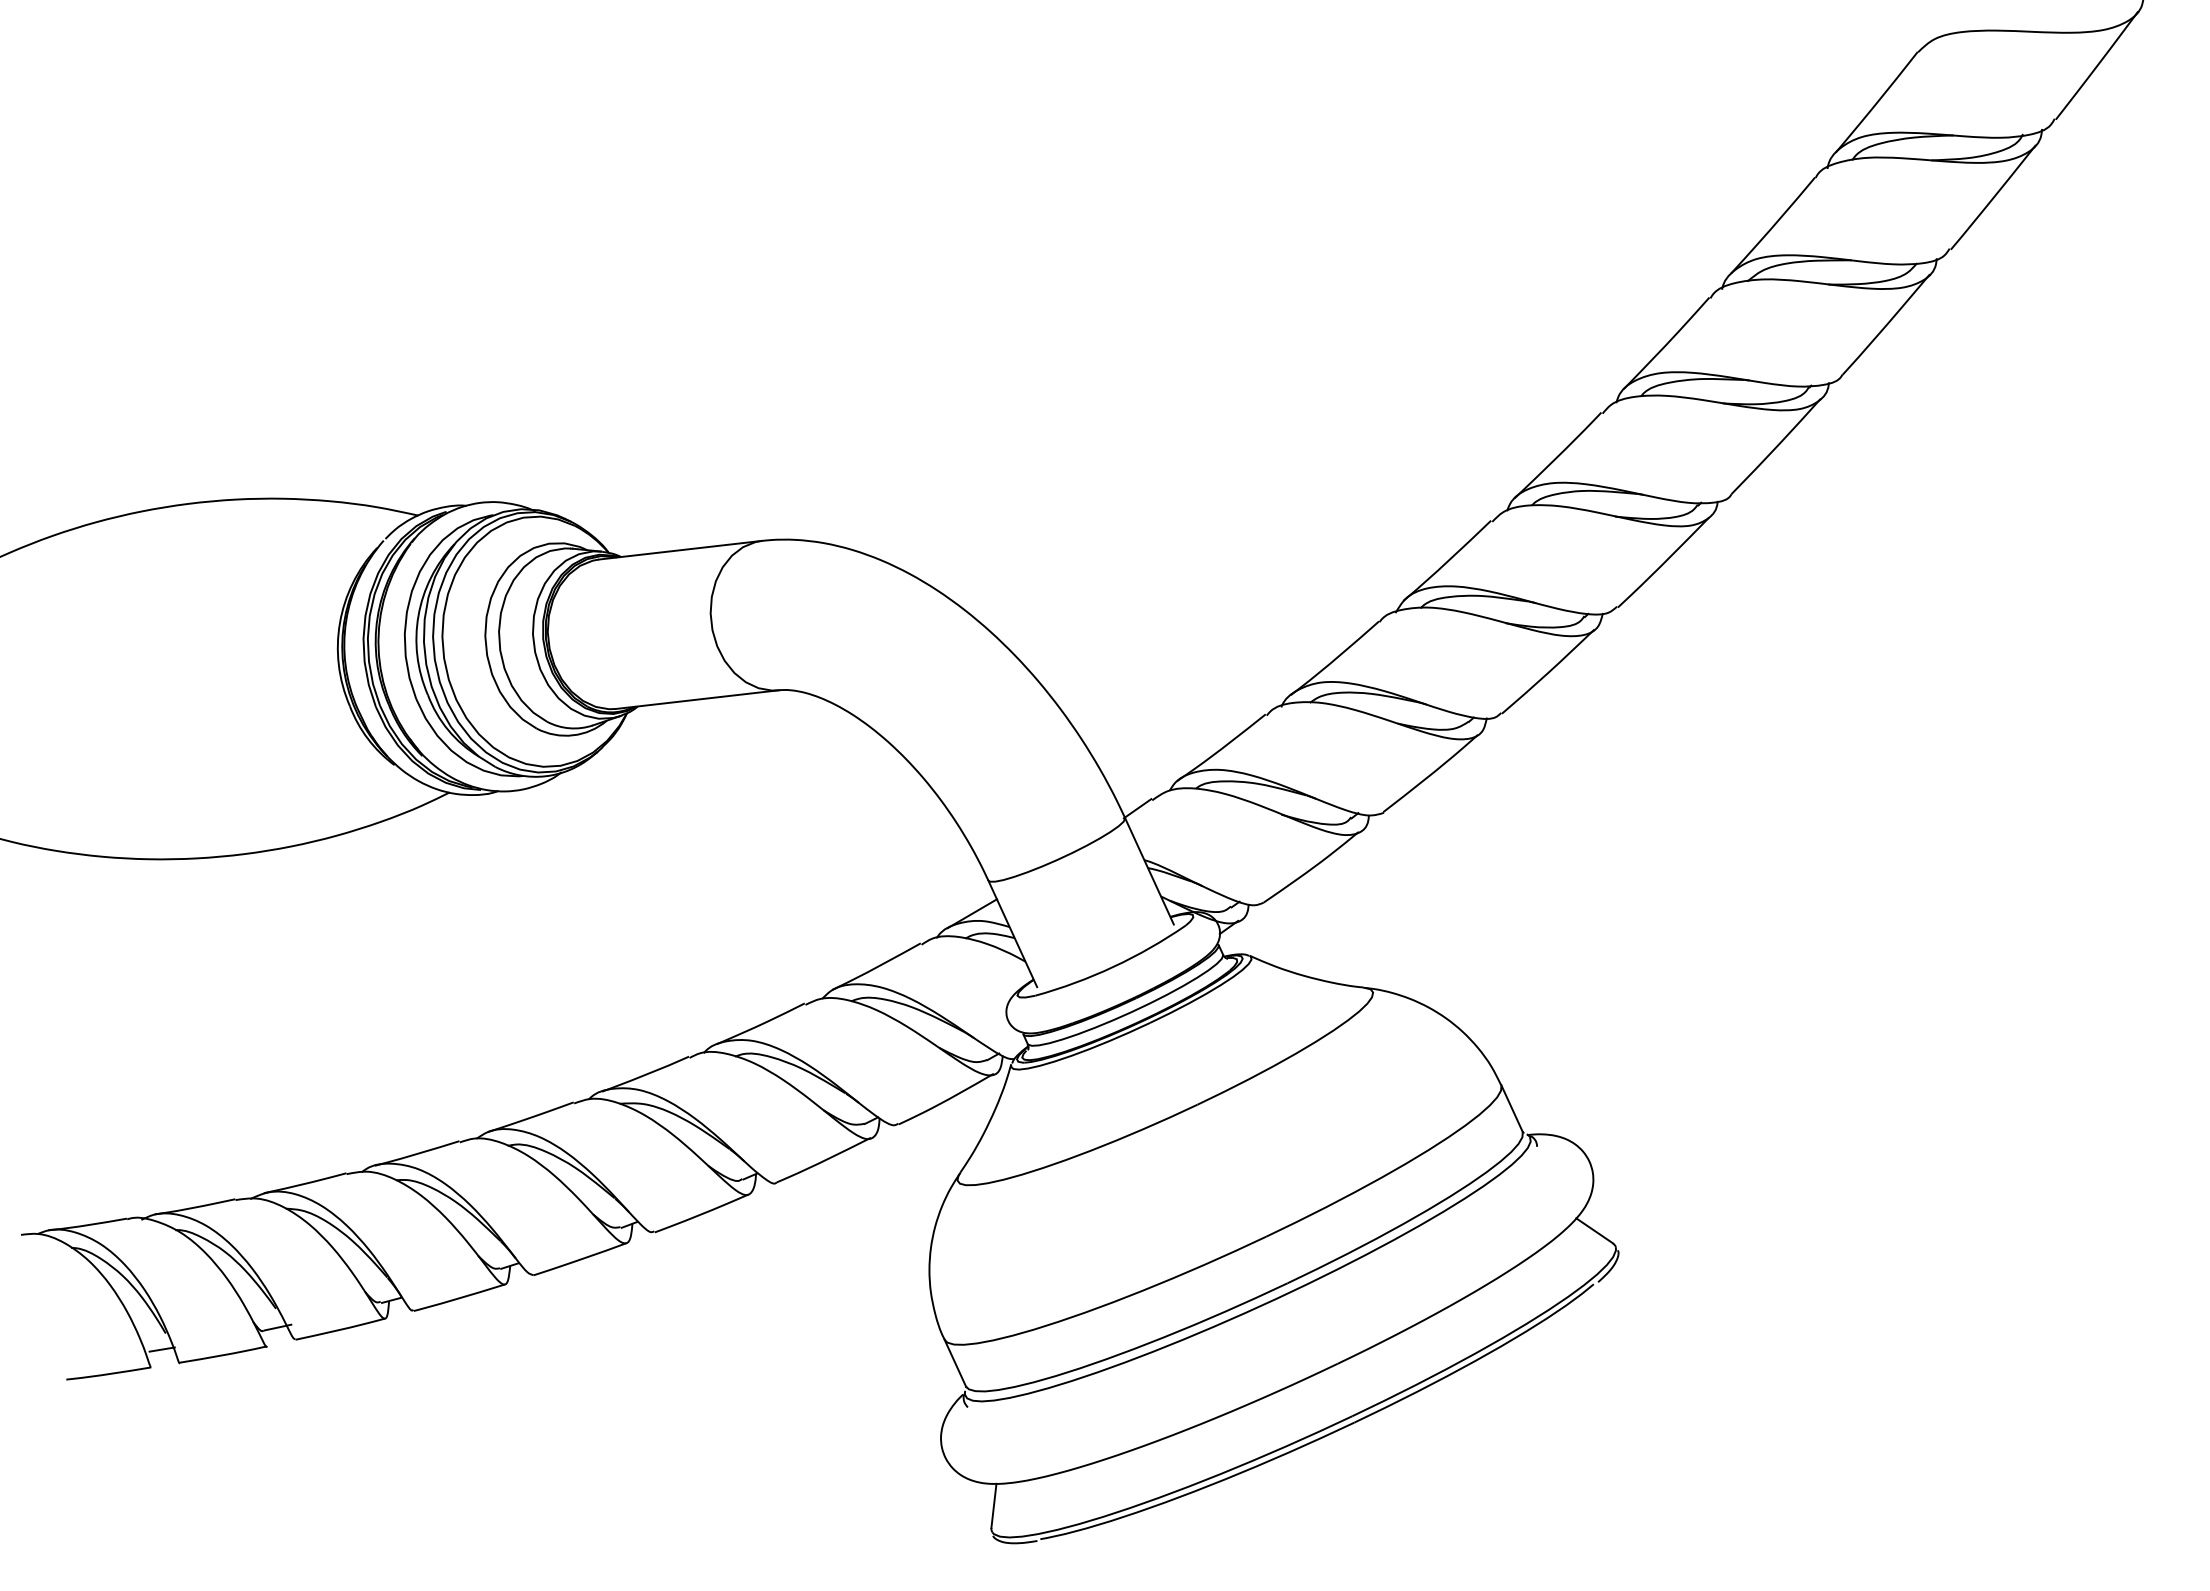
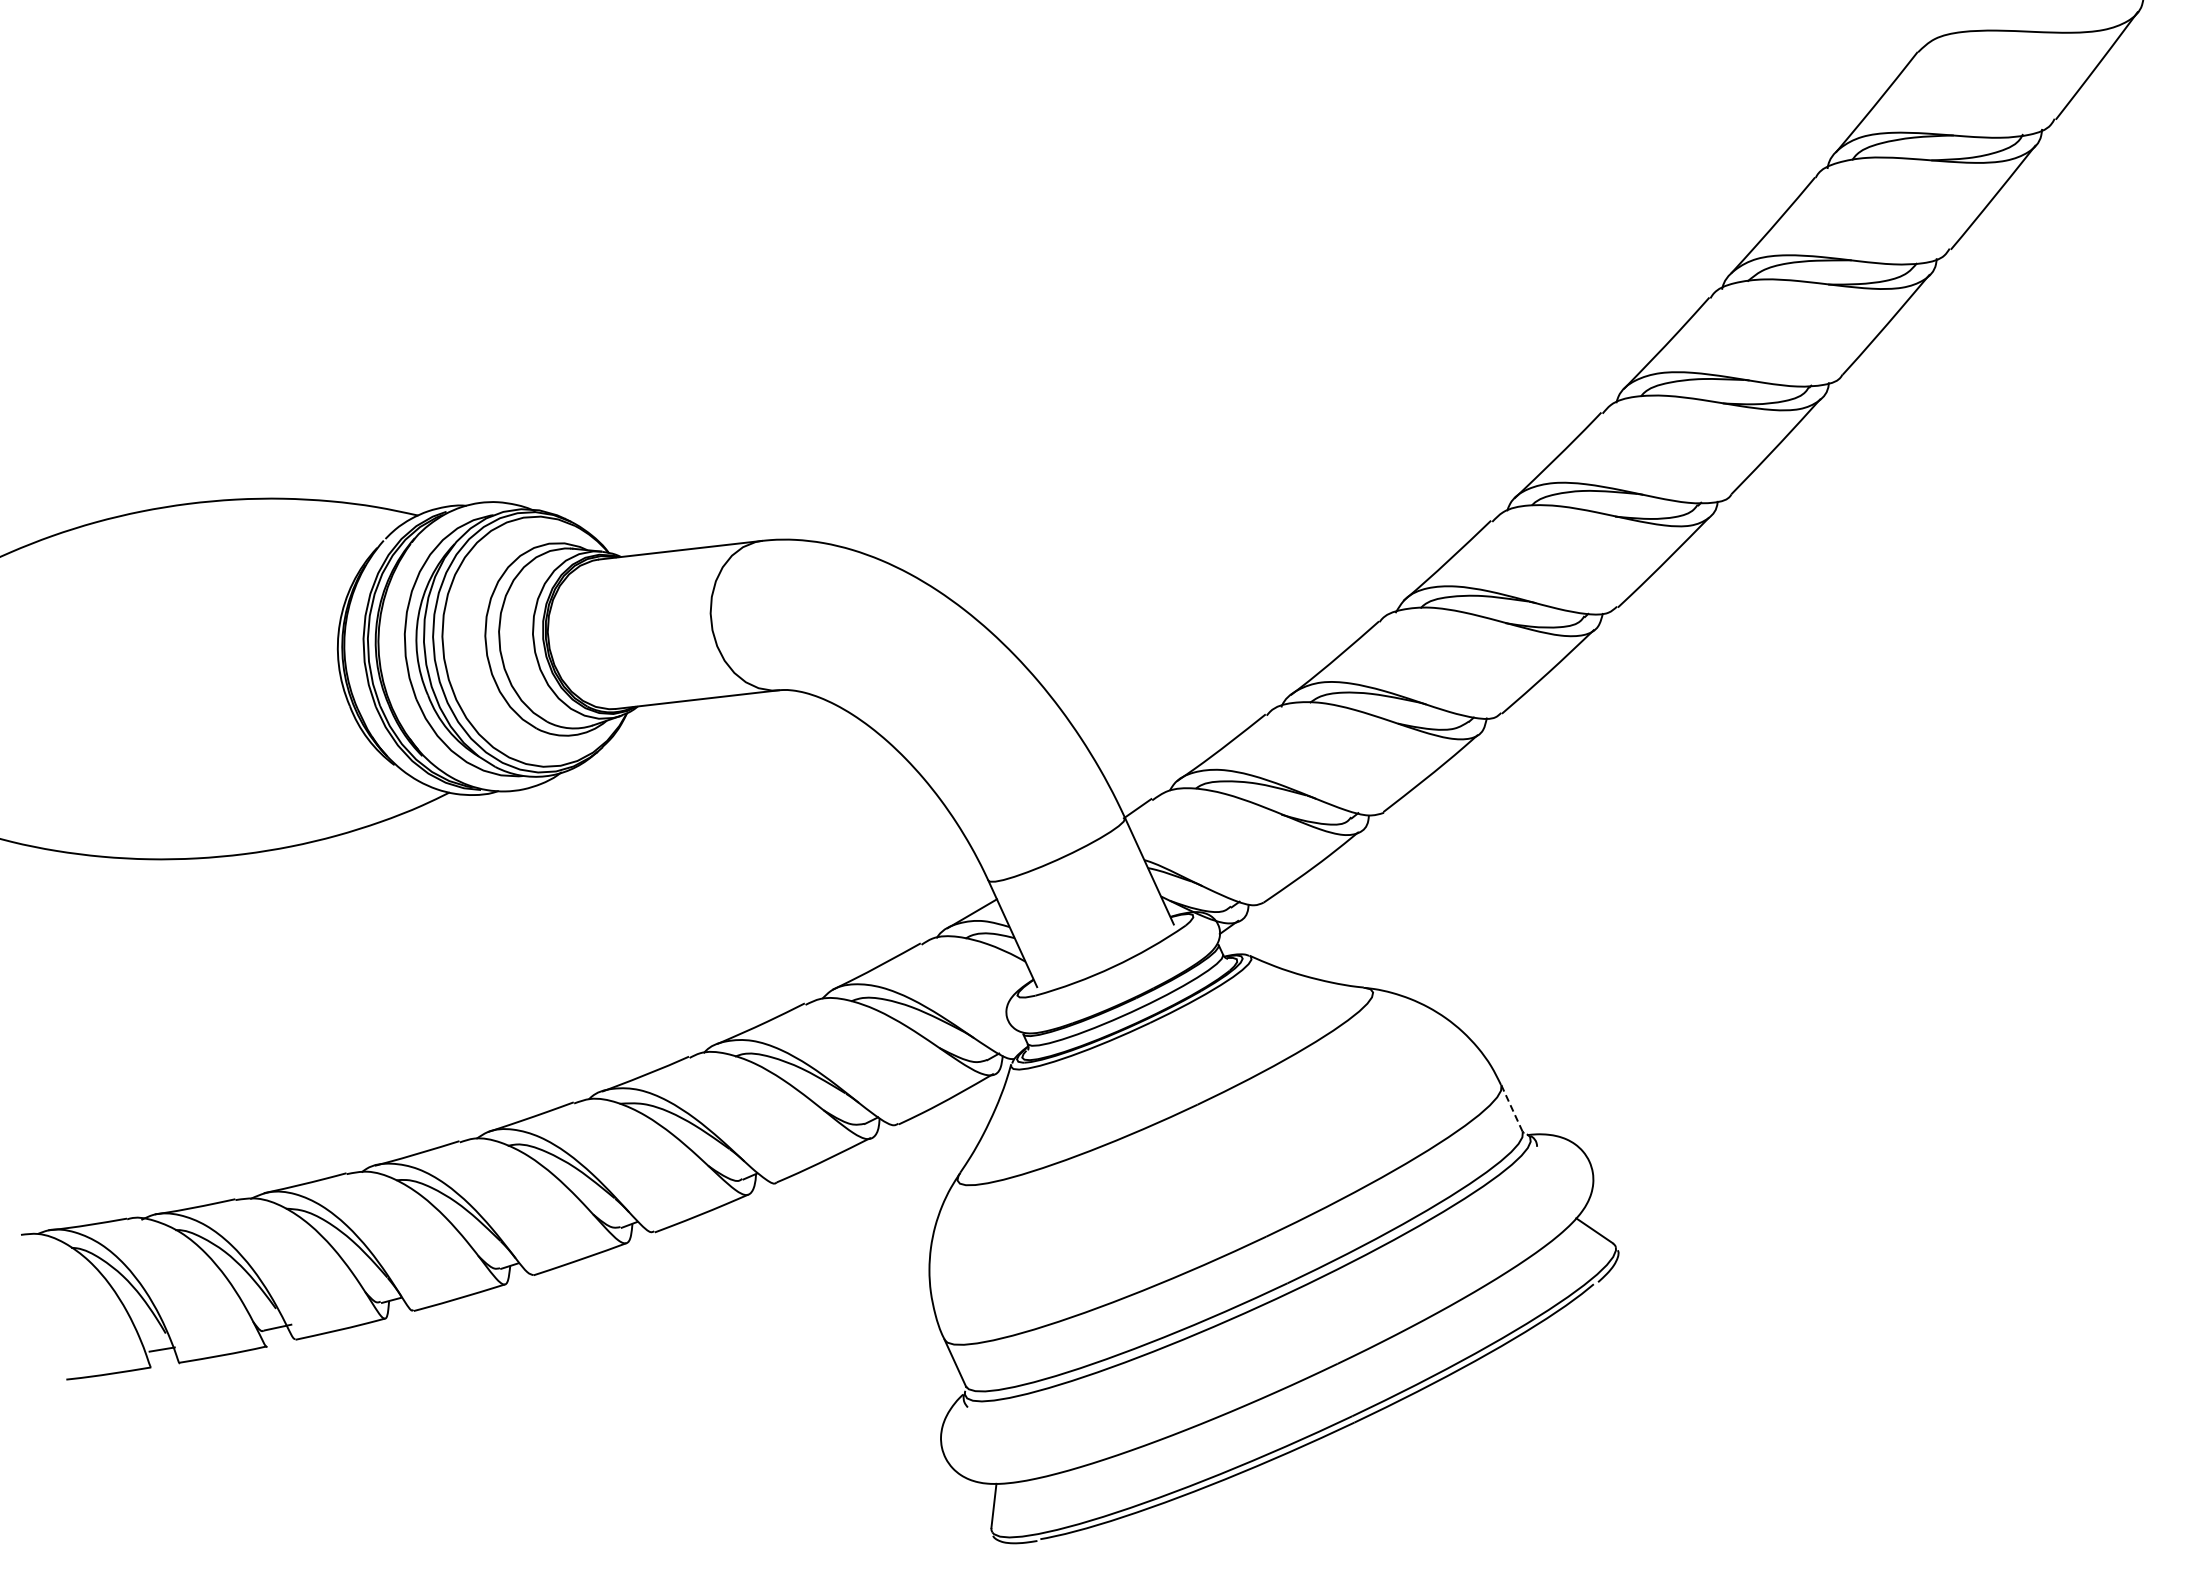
line at (1511, 1108): solid -> dashed
